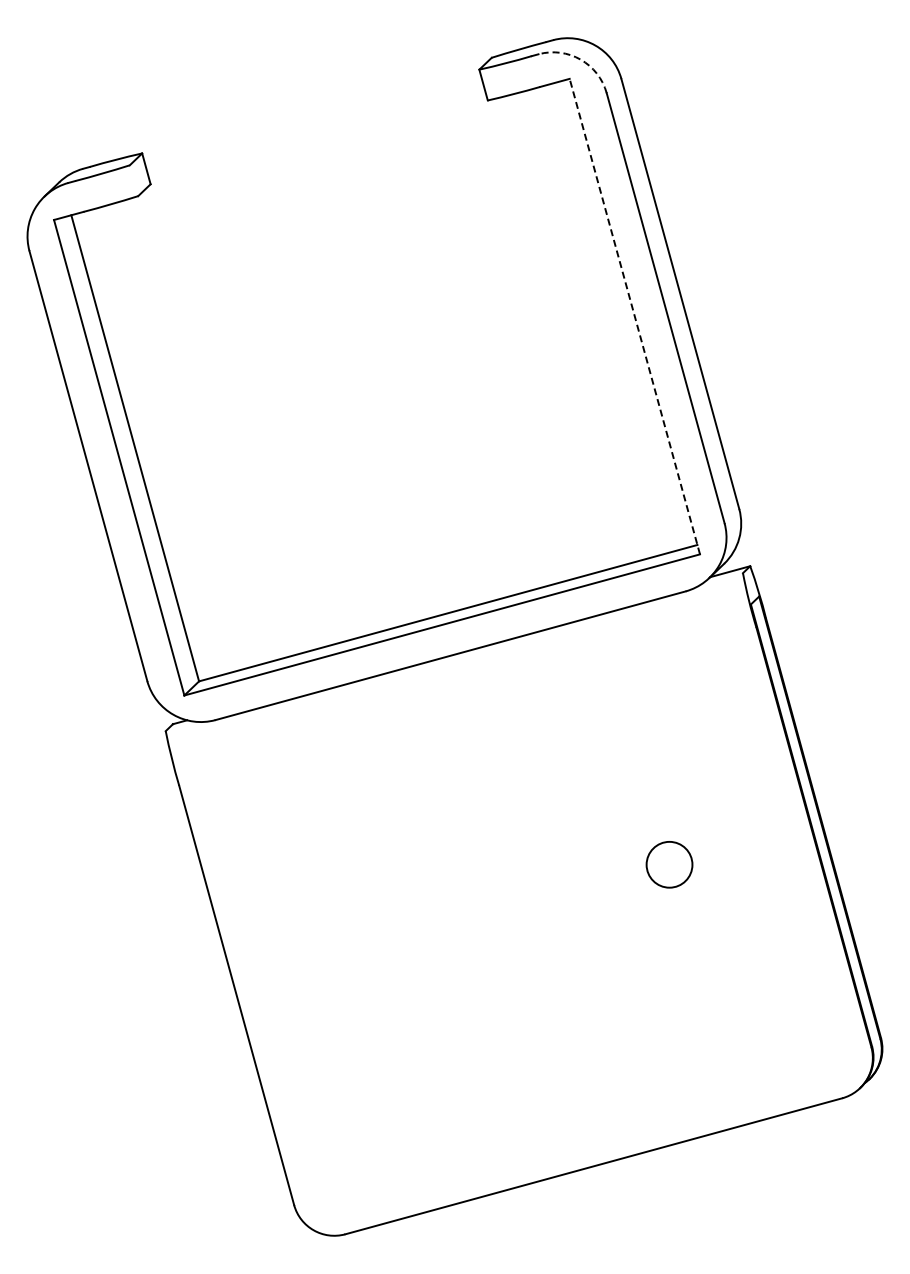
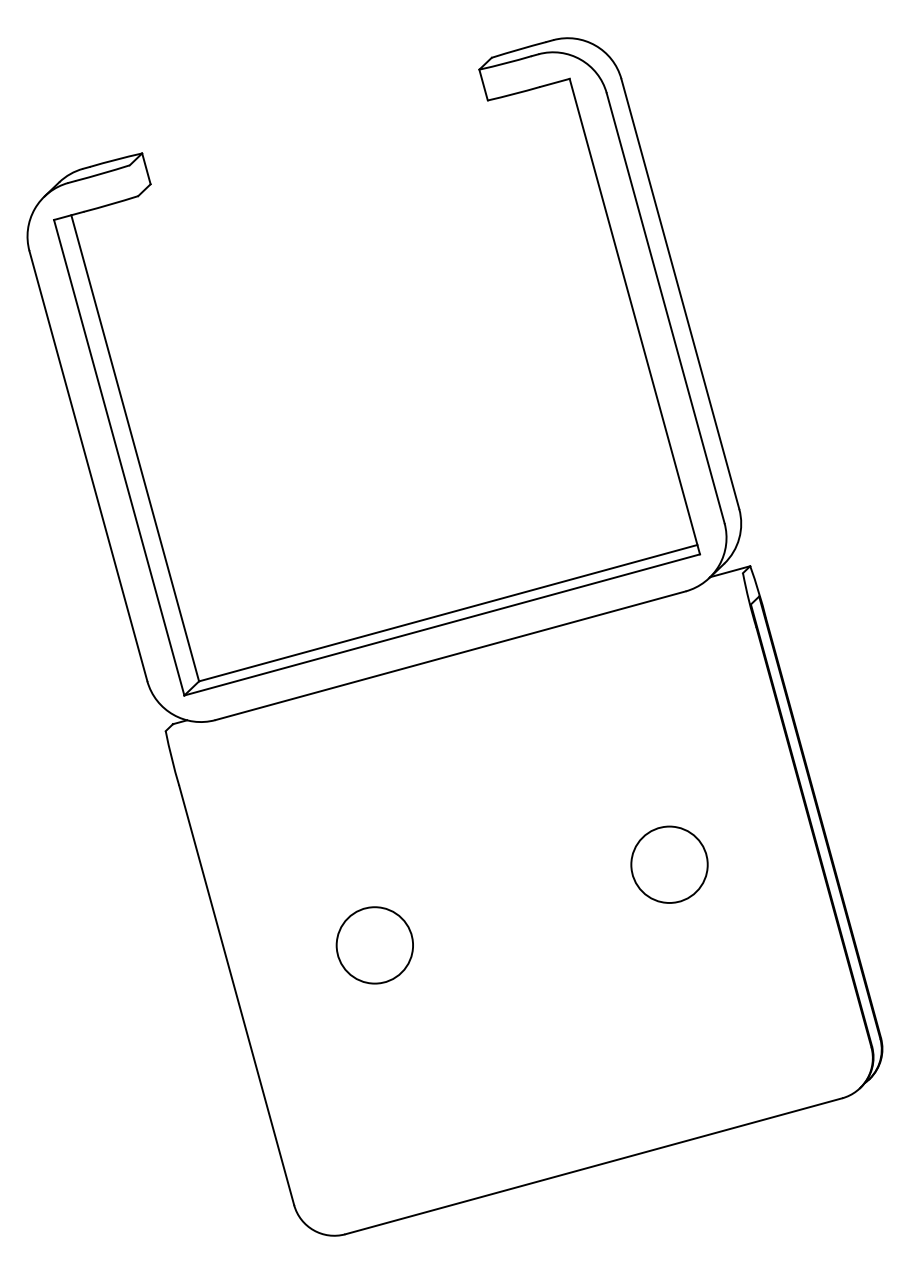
arc at (580, 59): dashed -> solid
line at (634, 316): dashed -> solid
circle at (669, 864) diameter: 46 px -> 76 px
circle at (374, 945): none -> present
